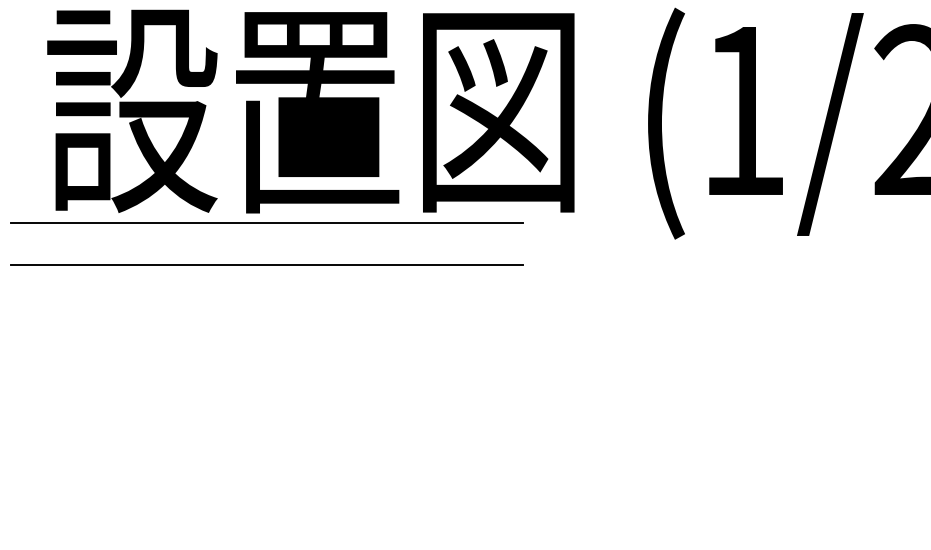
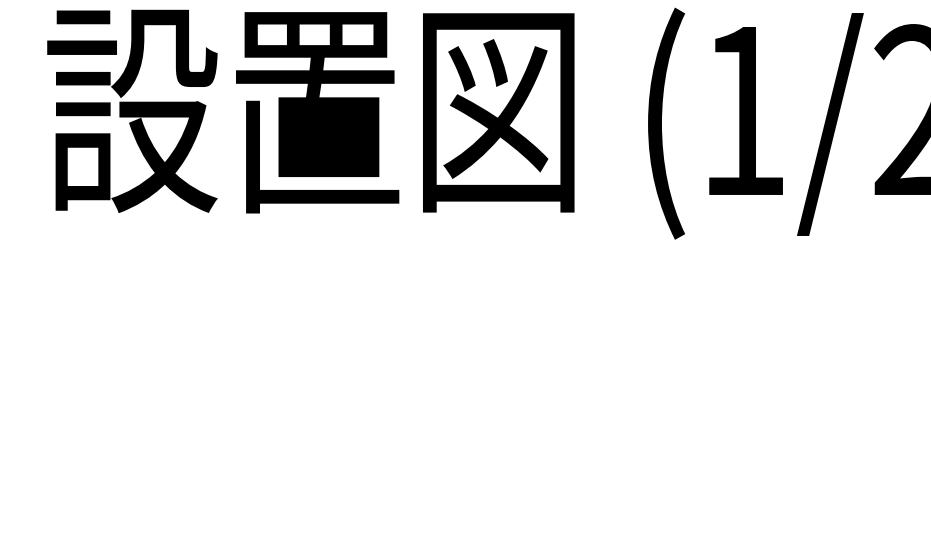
line at (267, 222): present -> none
line at (267, 264): present -> none
